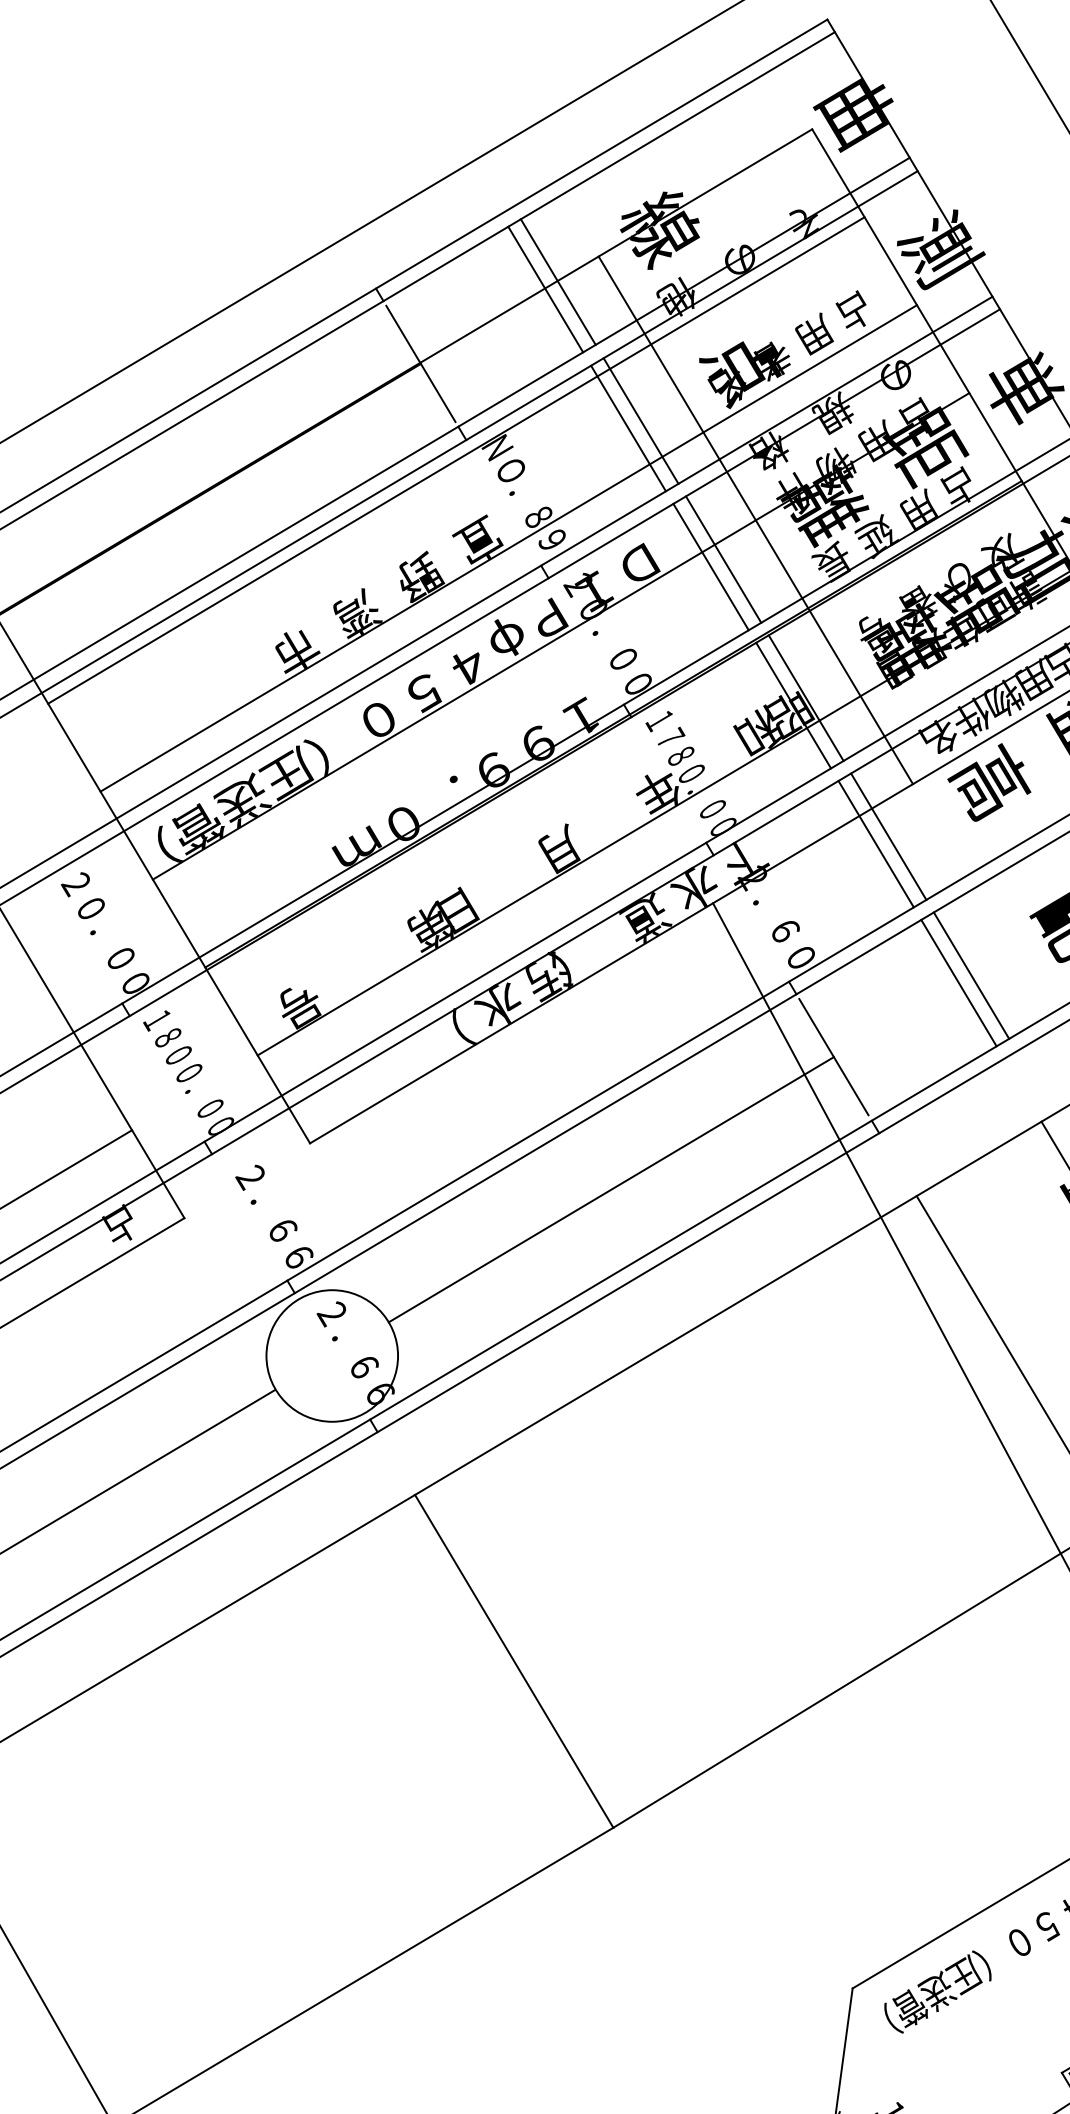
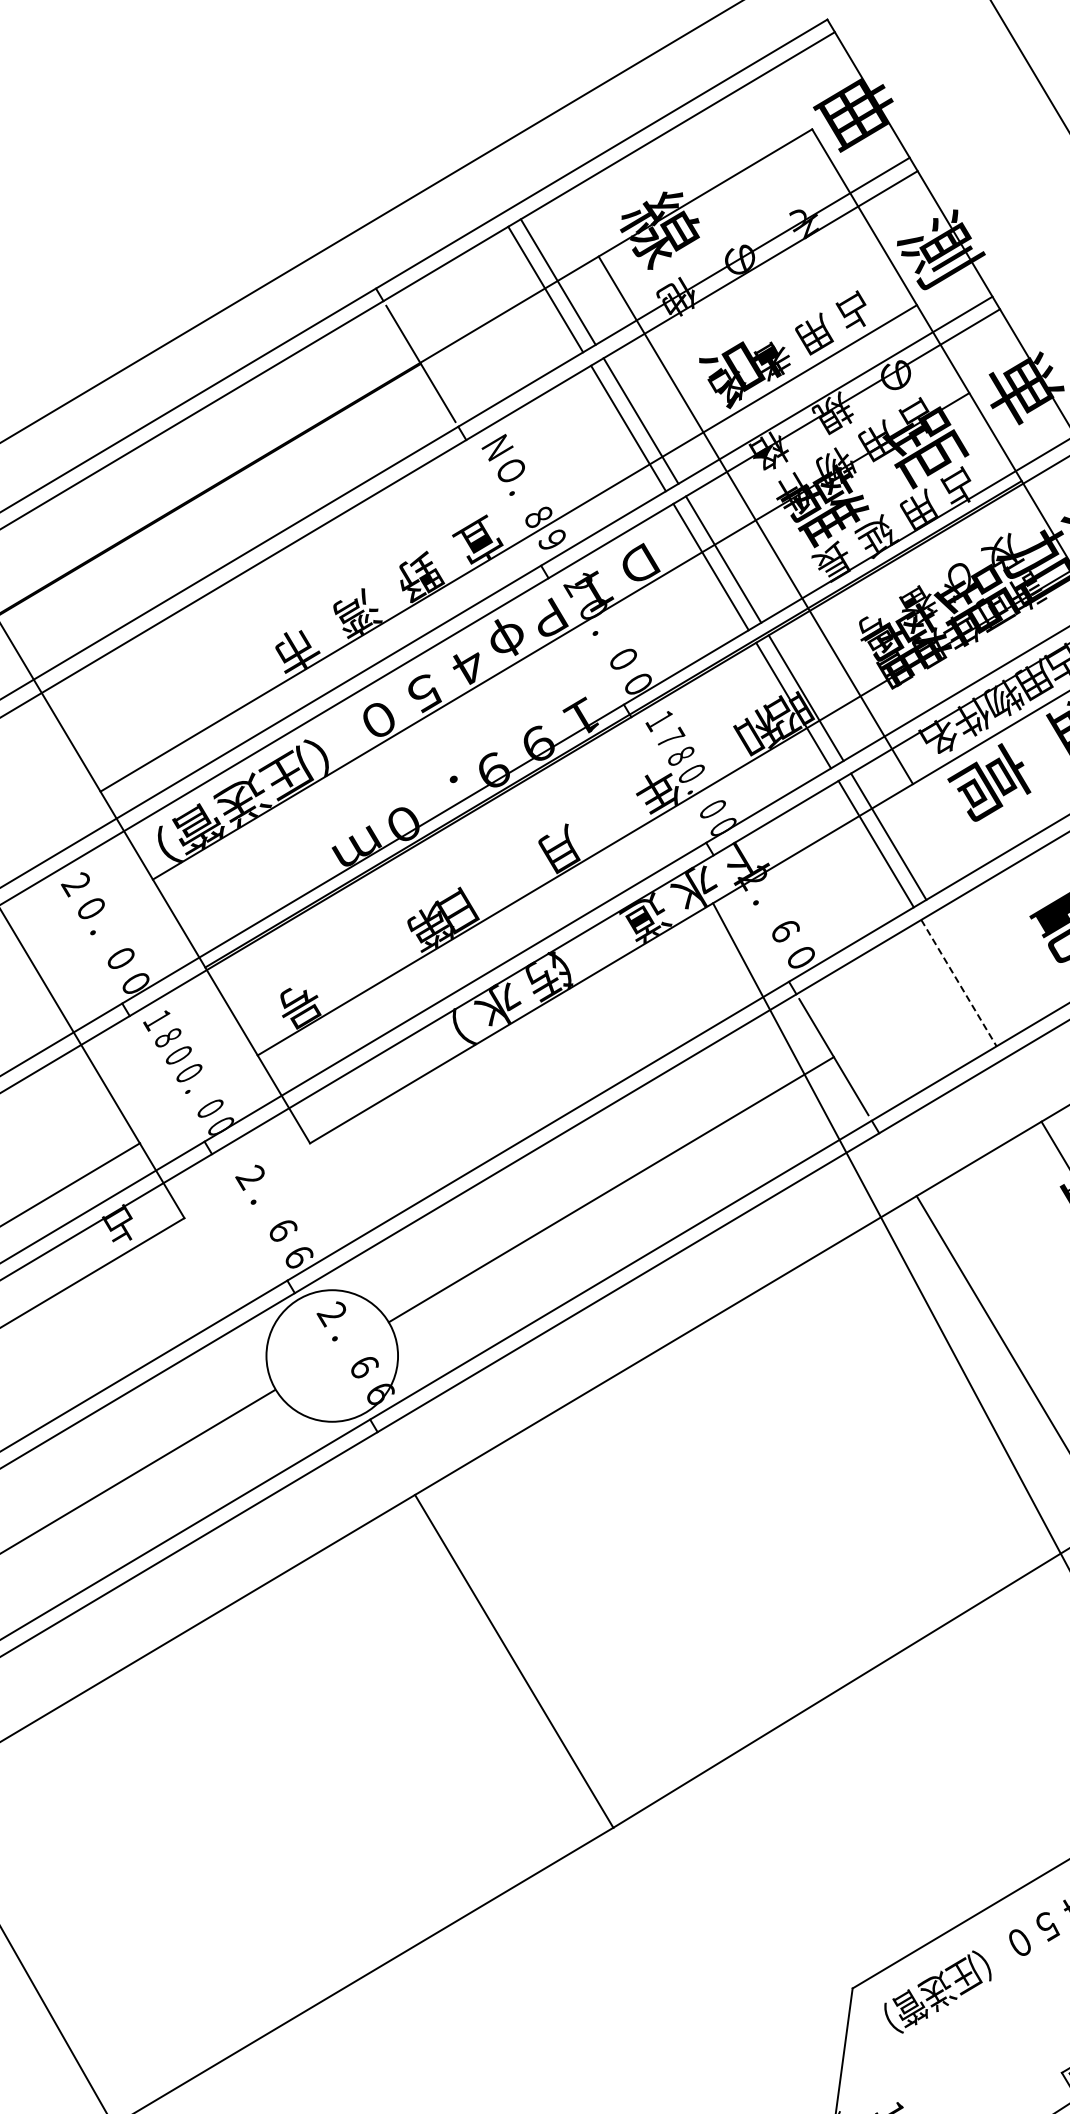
line at (456, 460): present -> none
line at (971, 975): present -> none
line at (958, 983): solid -> dashed
line at (67, 1168) position: (67, 1168) -> (71, 1184)
